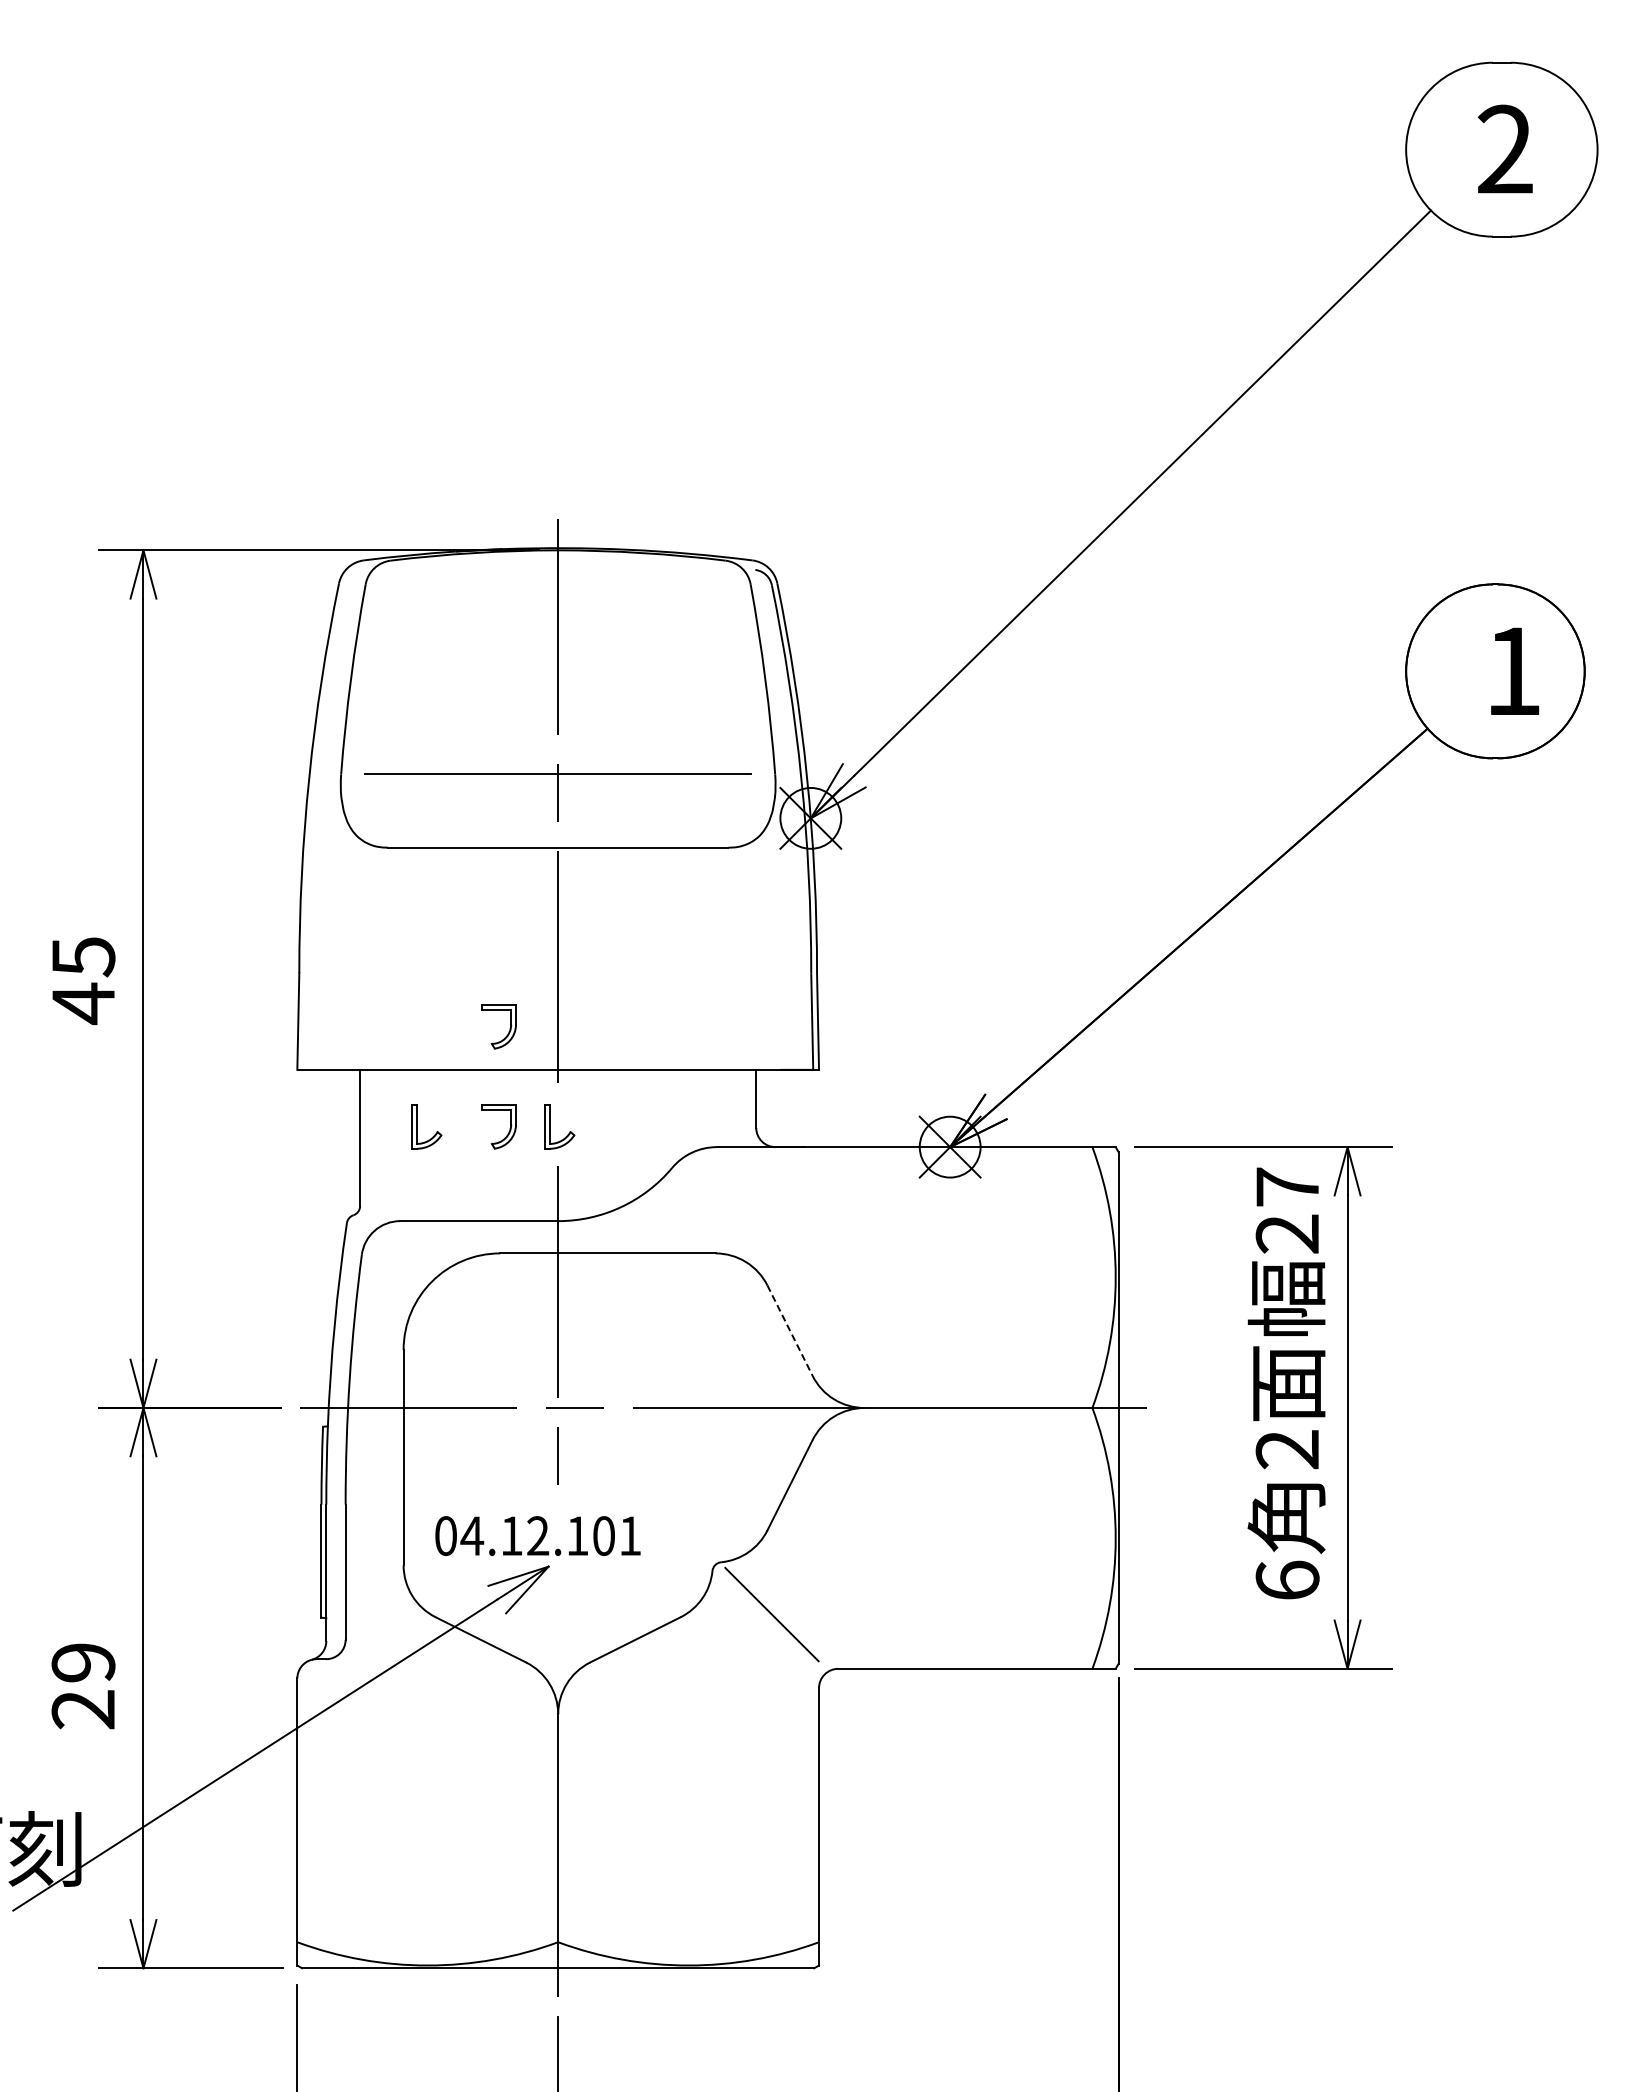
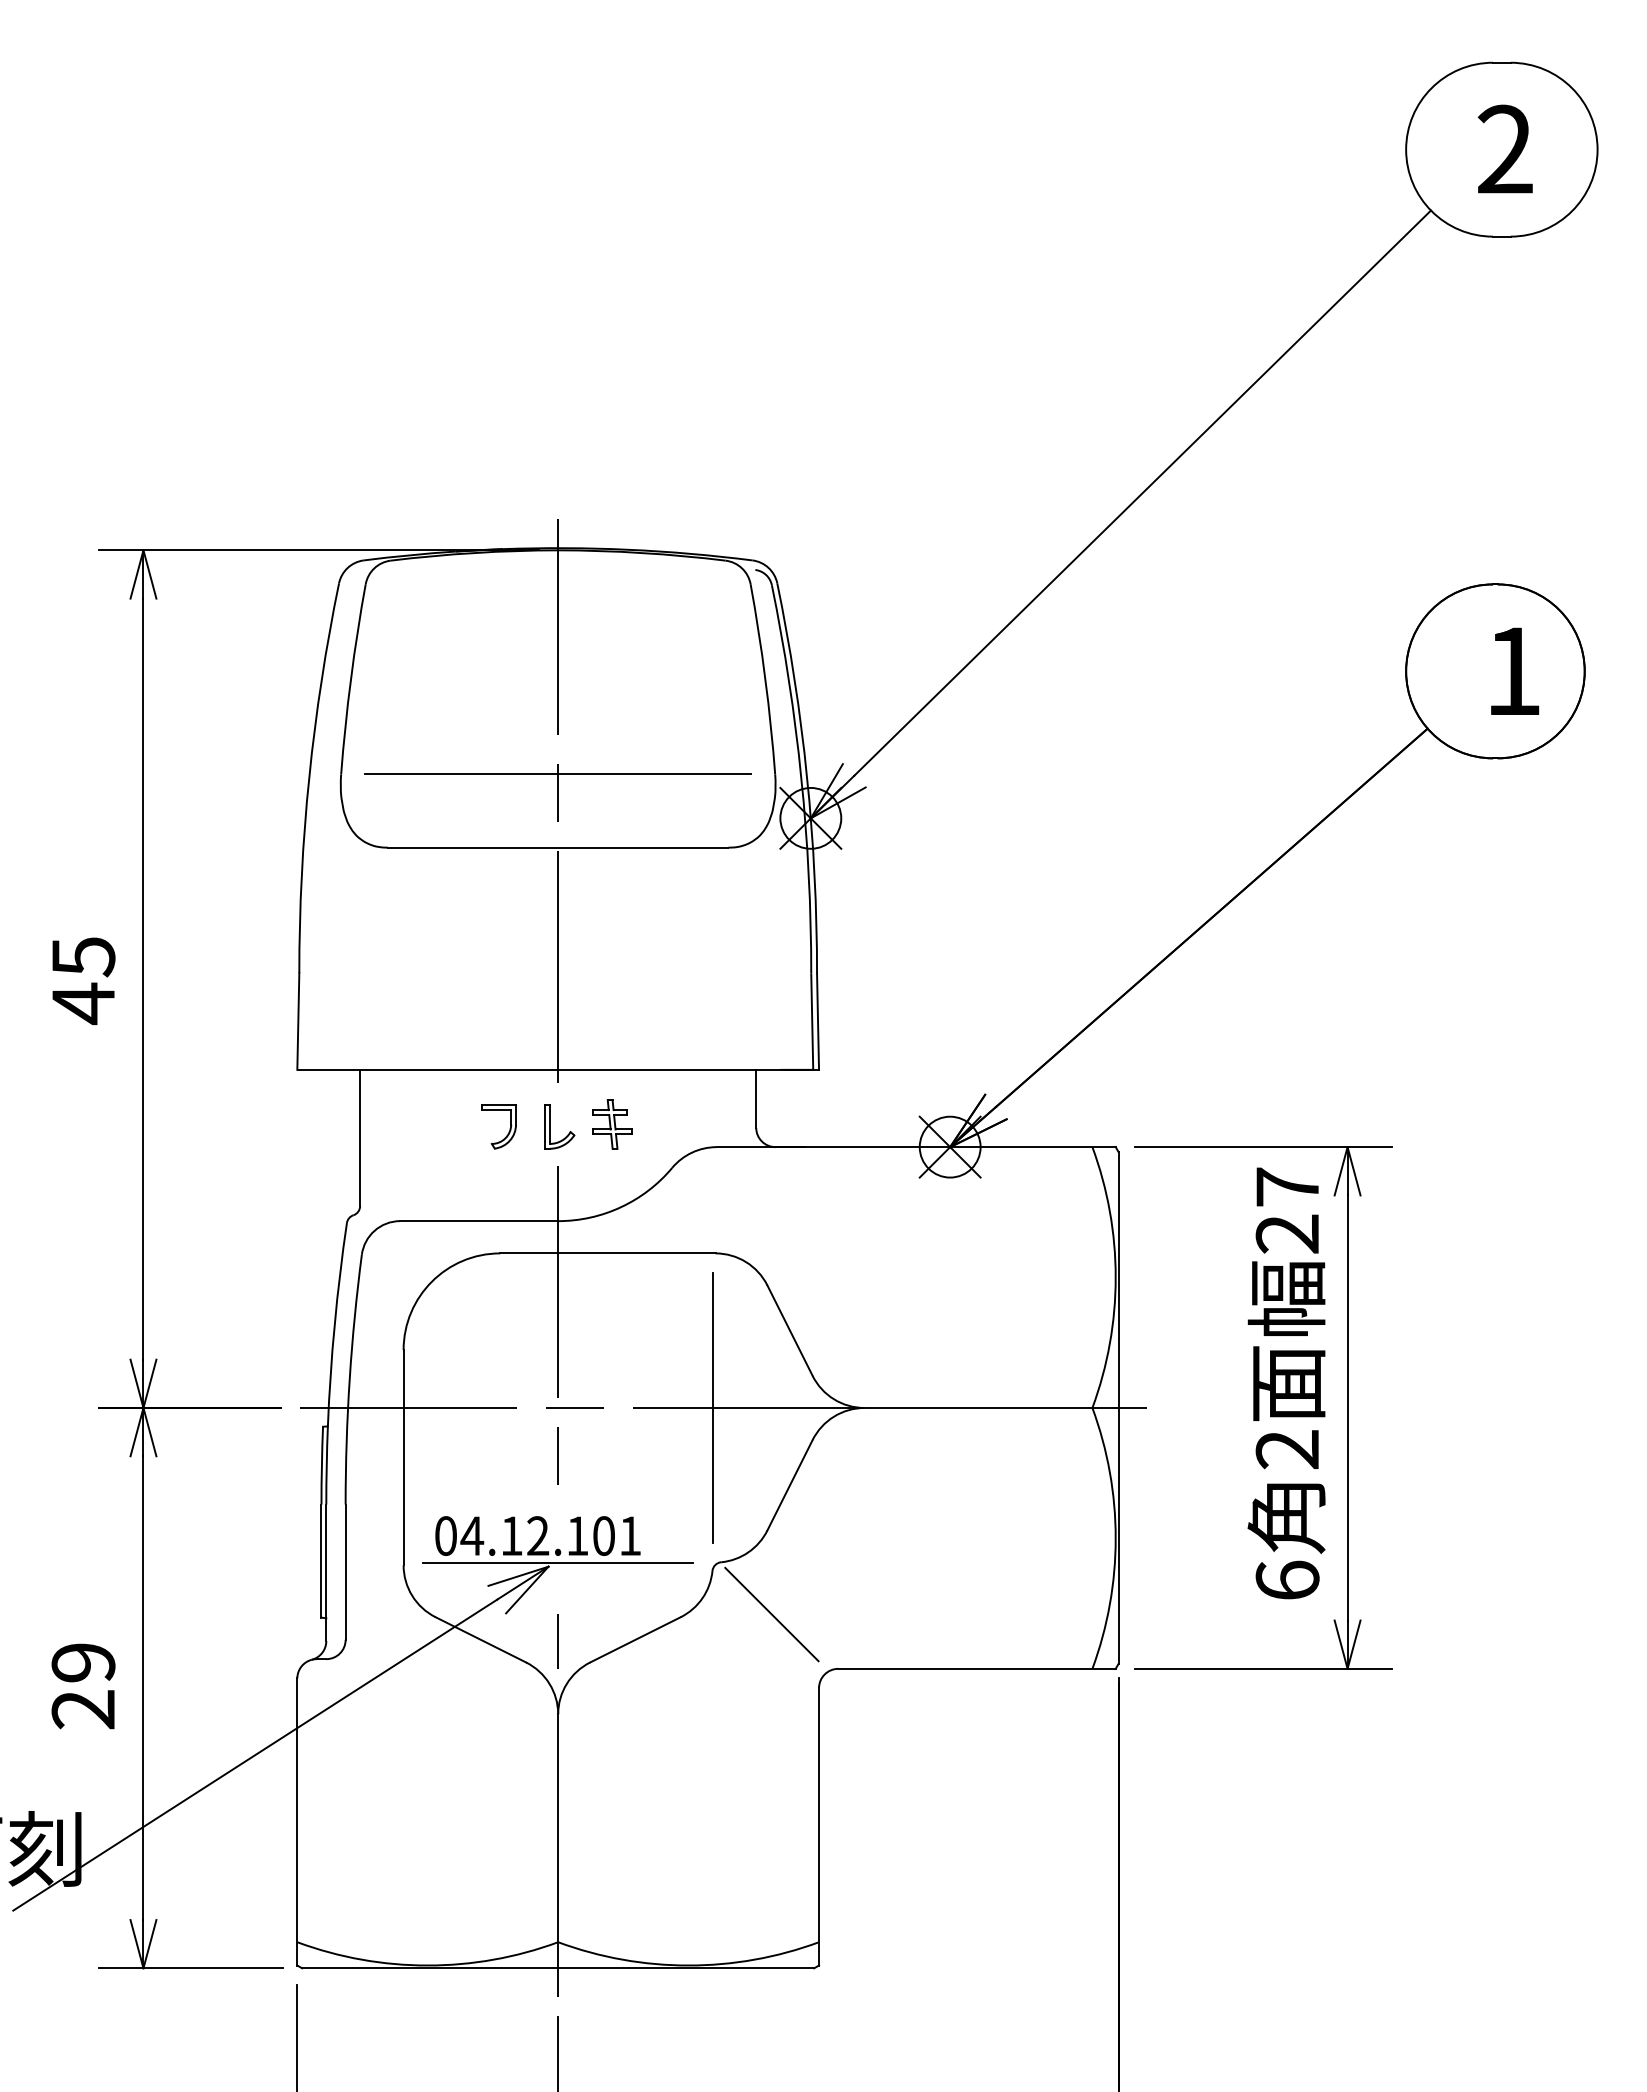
part at (509, 1028): present -> none
part at (612, 1124): none -> present
part at (417, 1126): present -> none
line at (790, 1330): dashed -> solid
line at (712, 1407): none -> present
line at (557, 1562): none -> present
line at (558, 1640): none -> present
